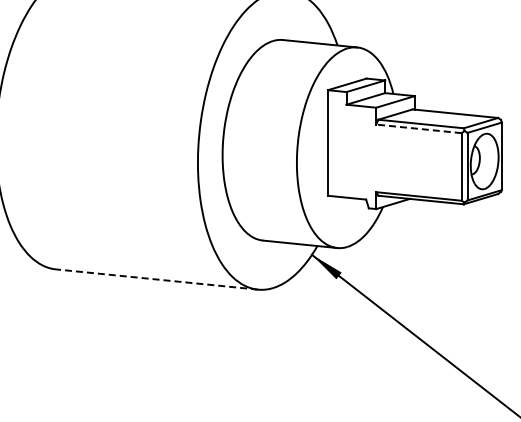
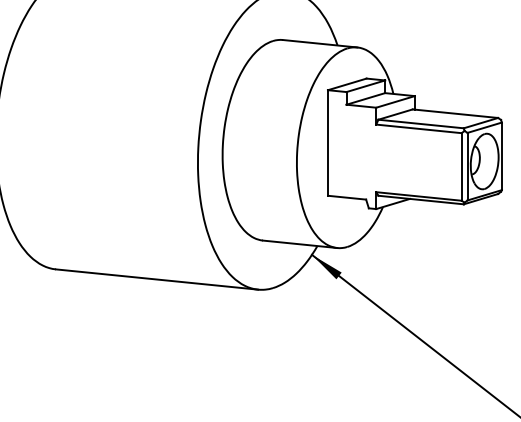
line at (418, 128): dashed -> solid
line at (157, 279): dashed -> solid
